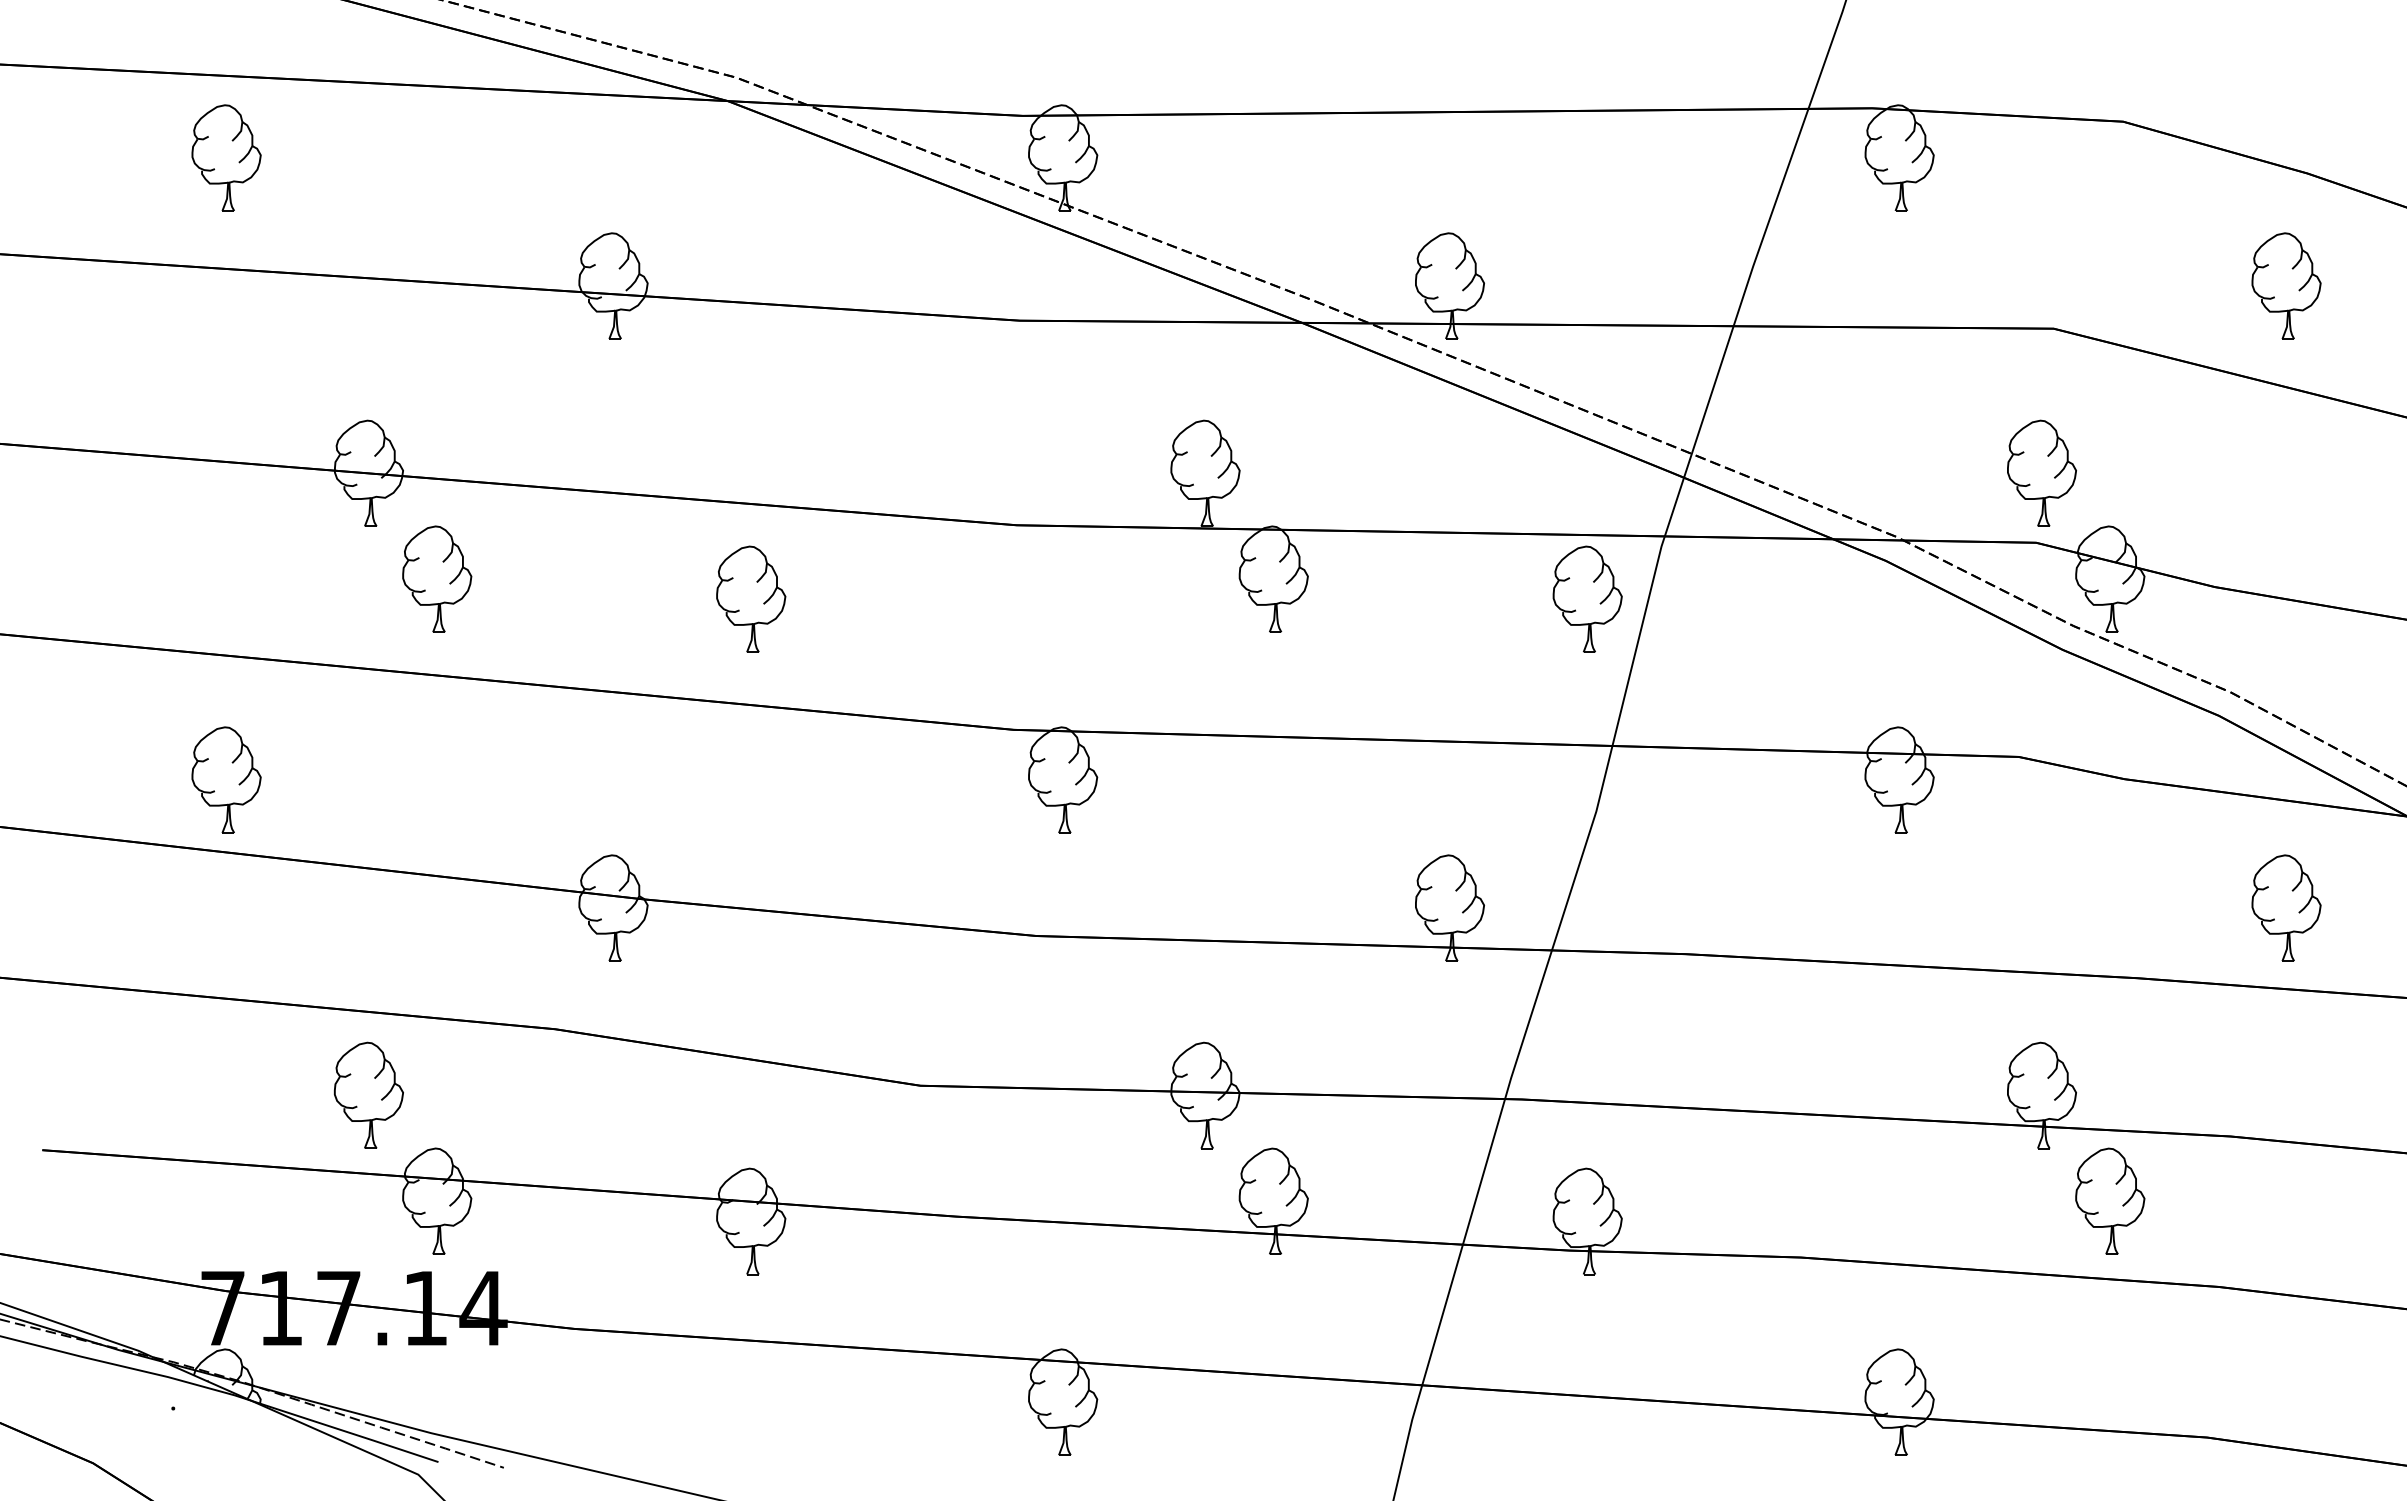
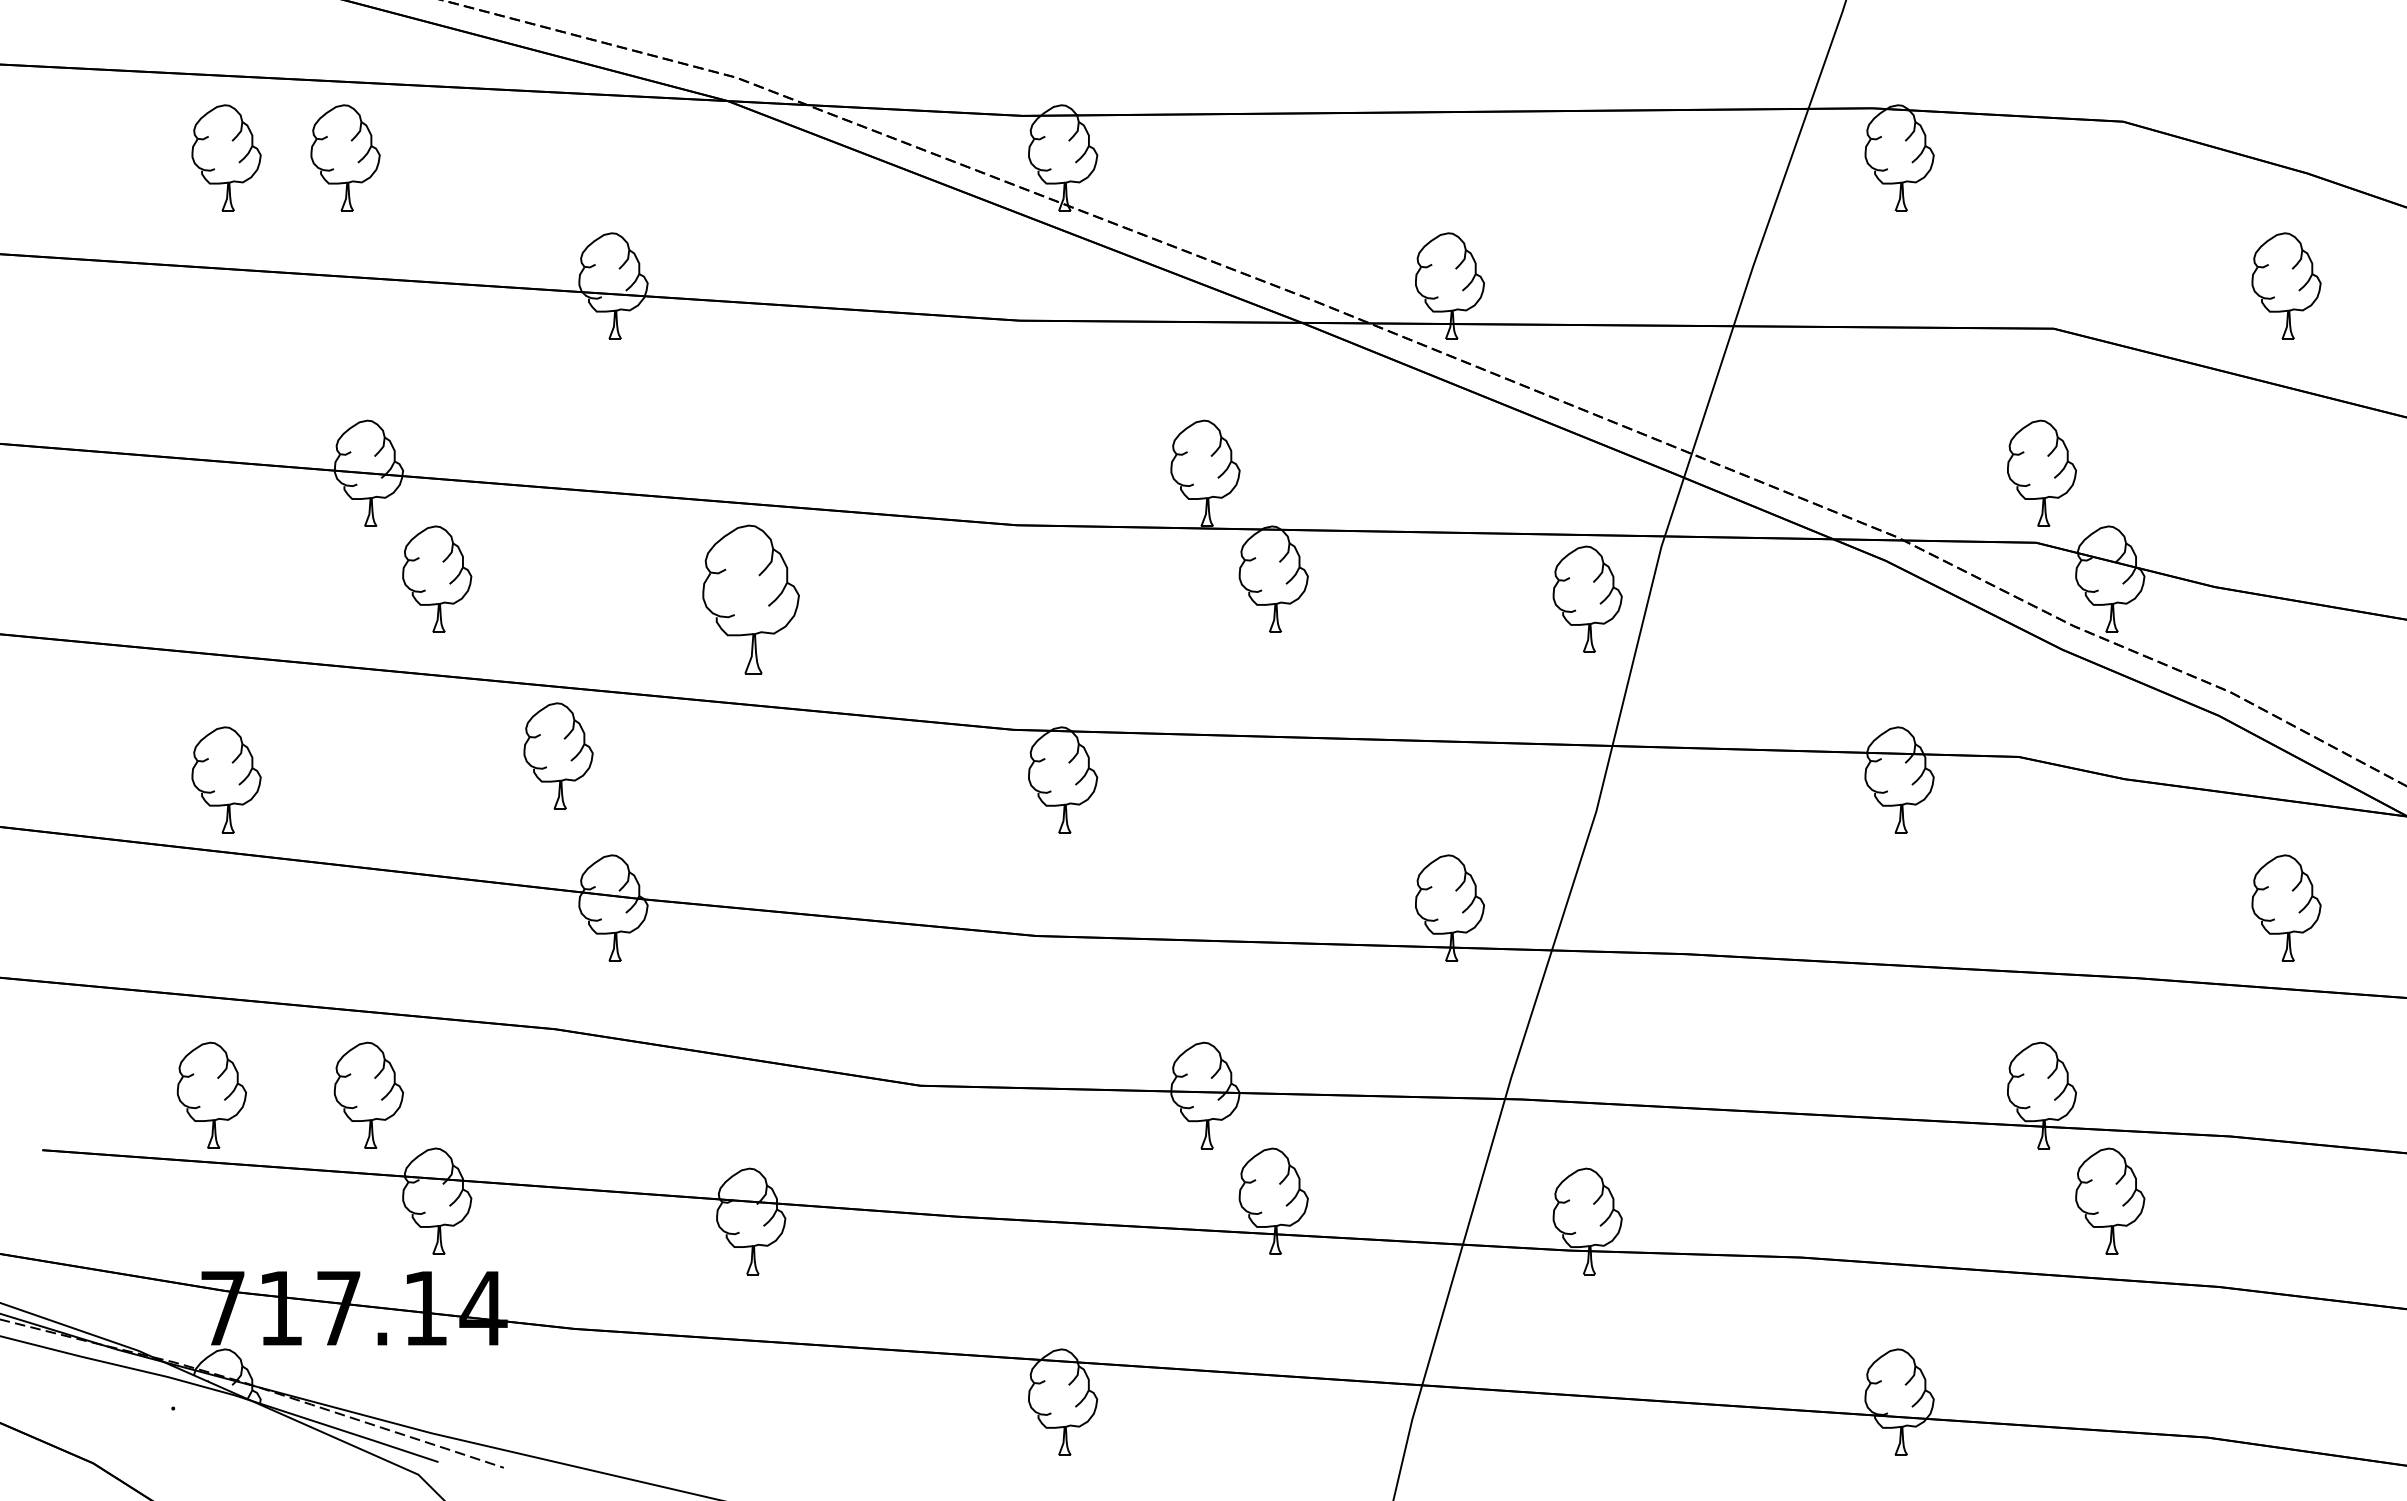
part at (345, 157): none -> present
part at (751, 598) size: 71x108 px -> 98x151 px
part at (558, 755): none -> present
part at (211, 1094): none -> present
